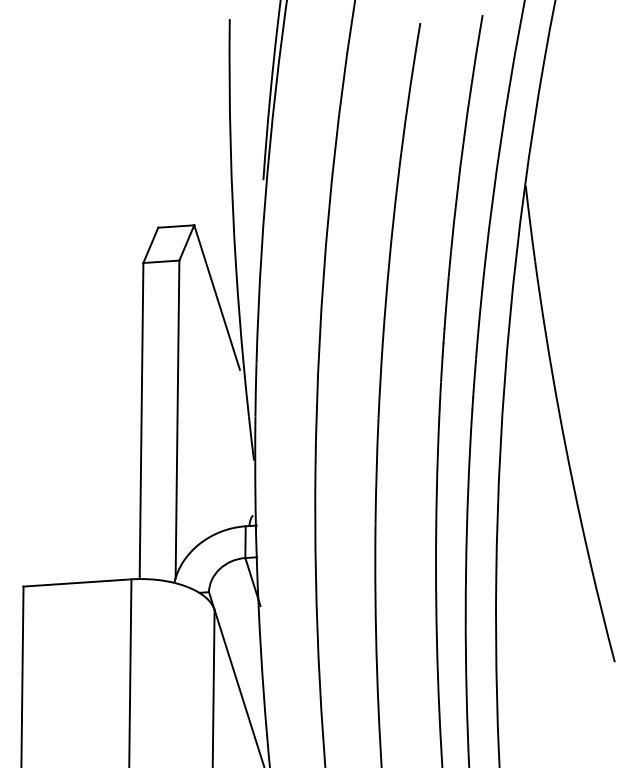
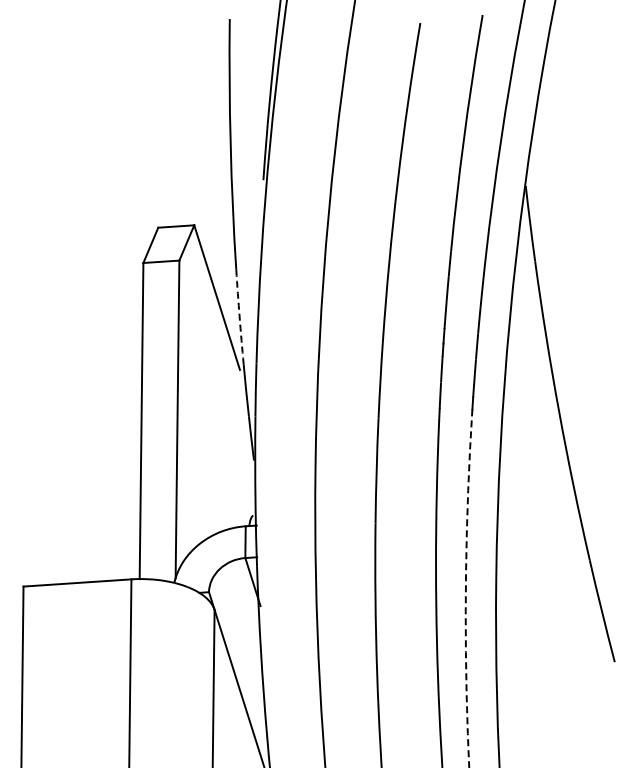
arc at (239, 317): solid -> dashed
arc at (465, 589): solid -> dashed
